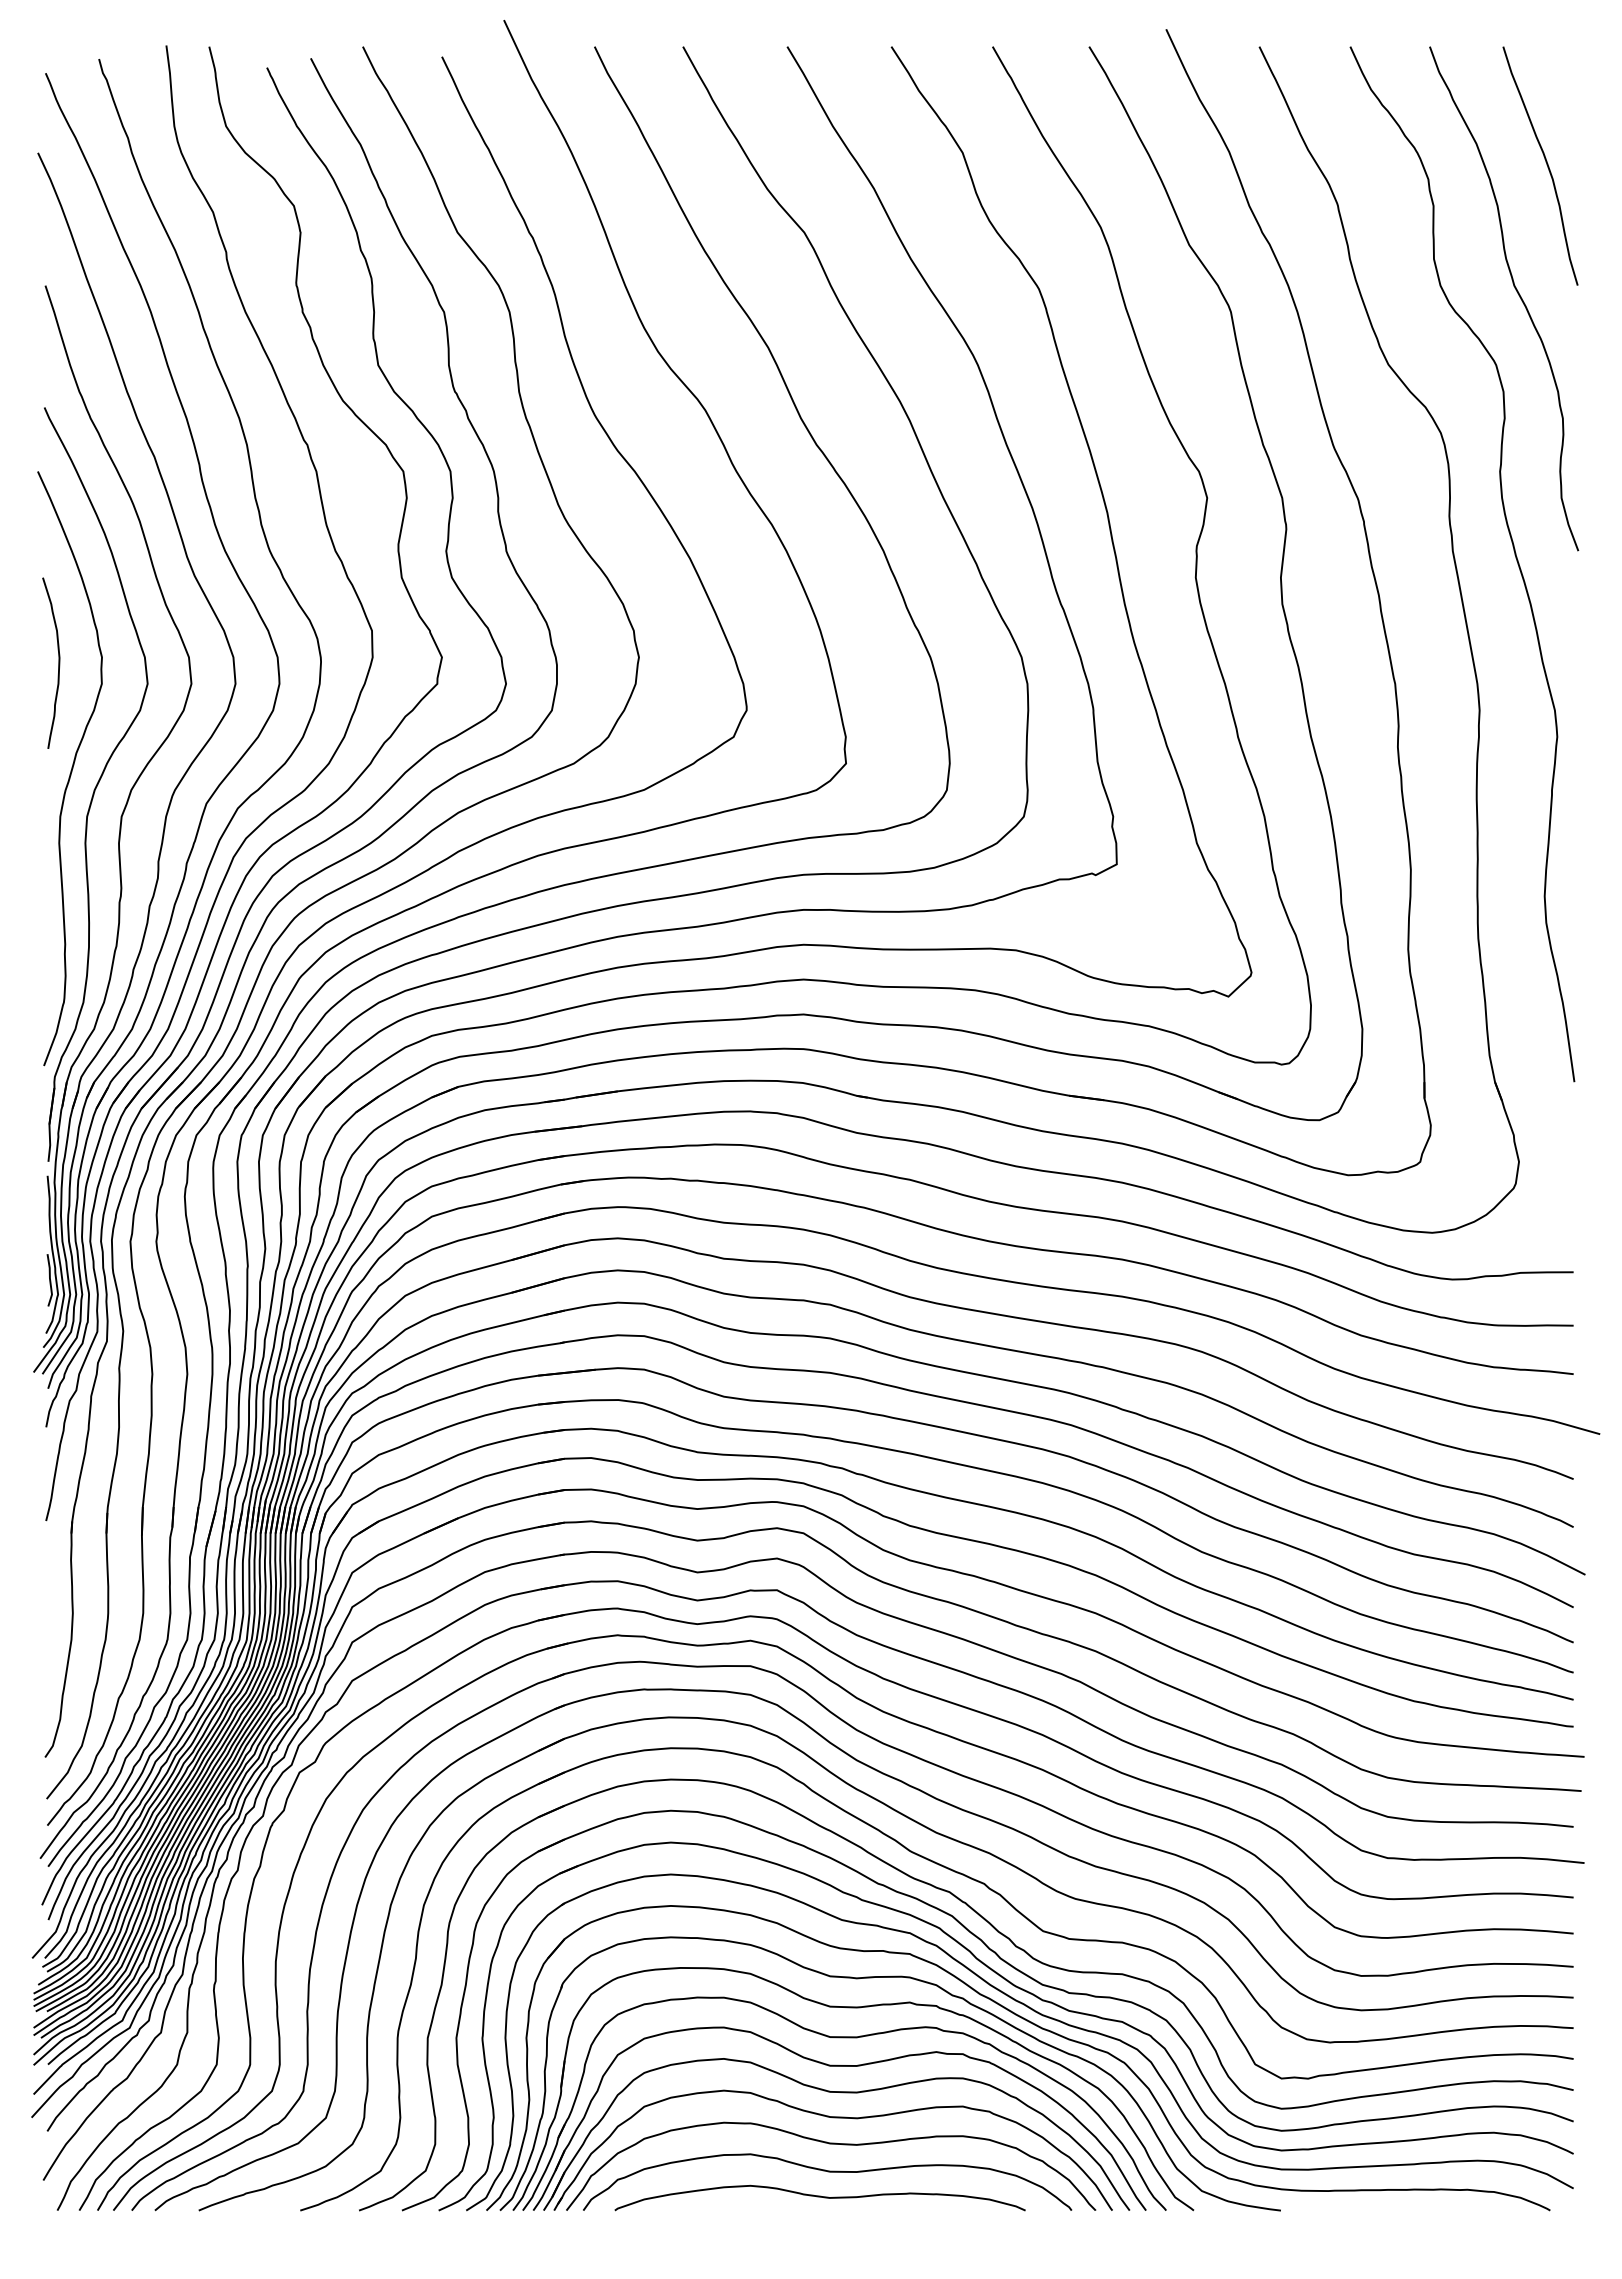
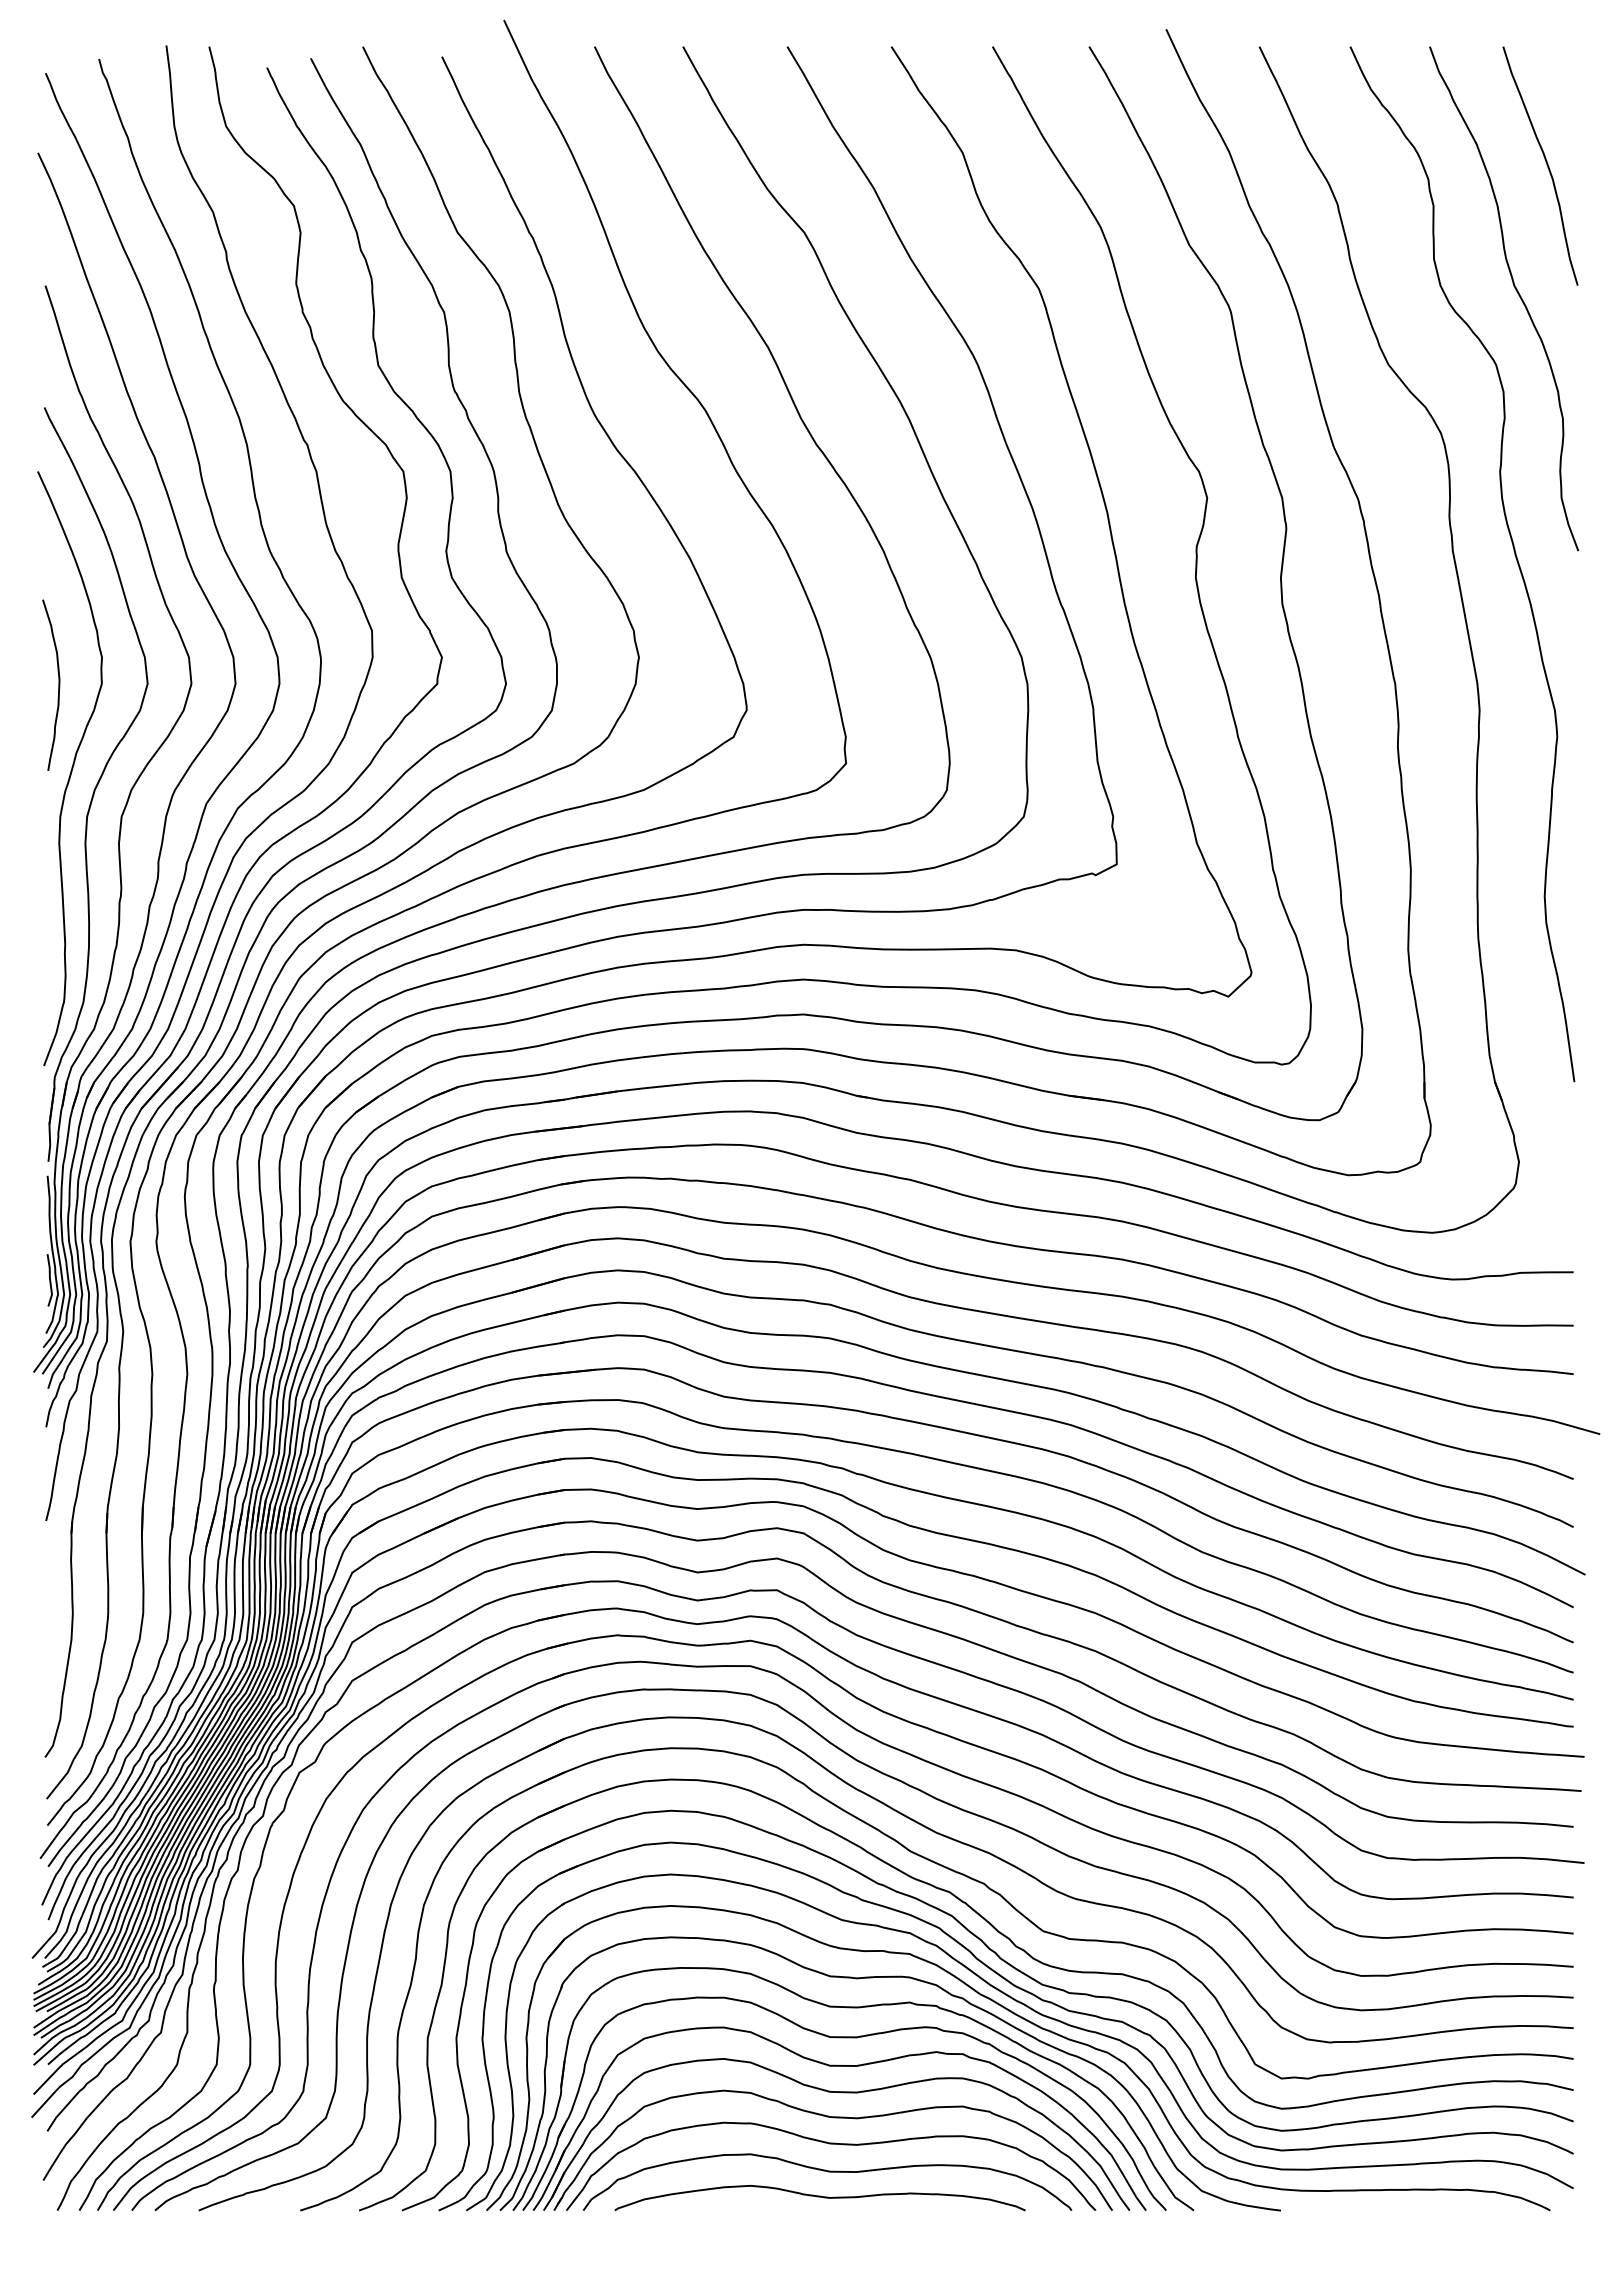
curve at (58, 662) position: (58, 662) -> (58, 684)
